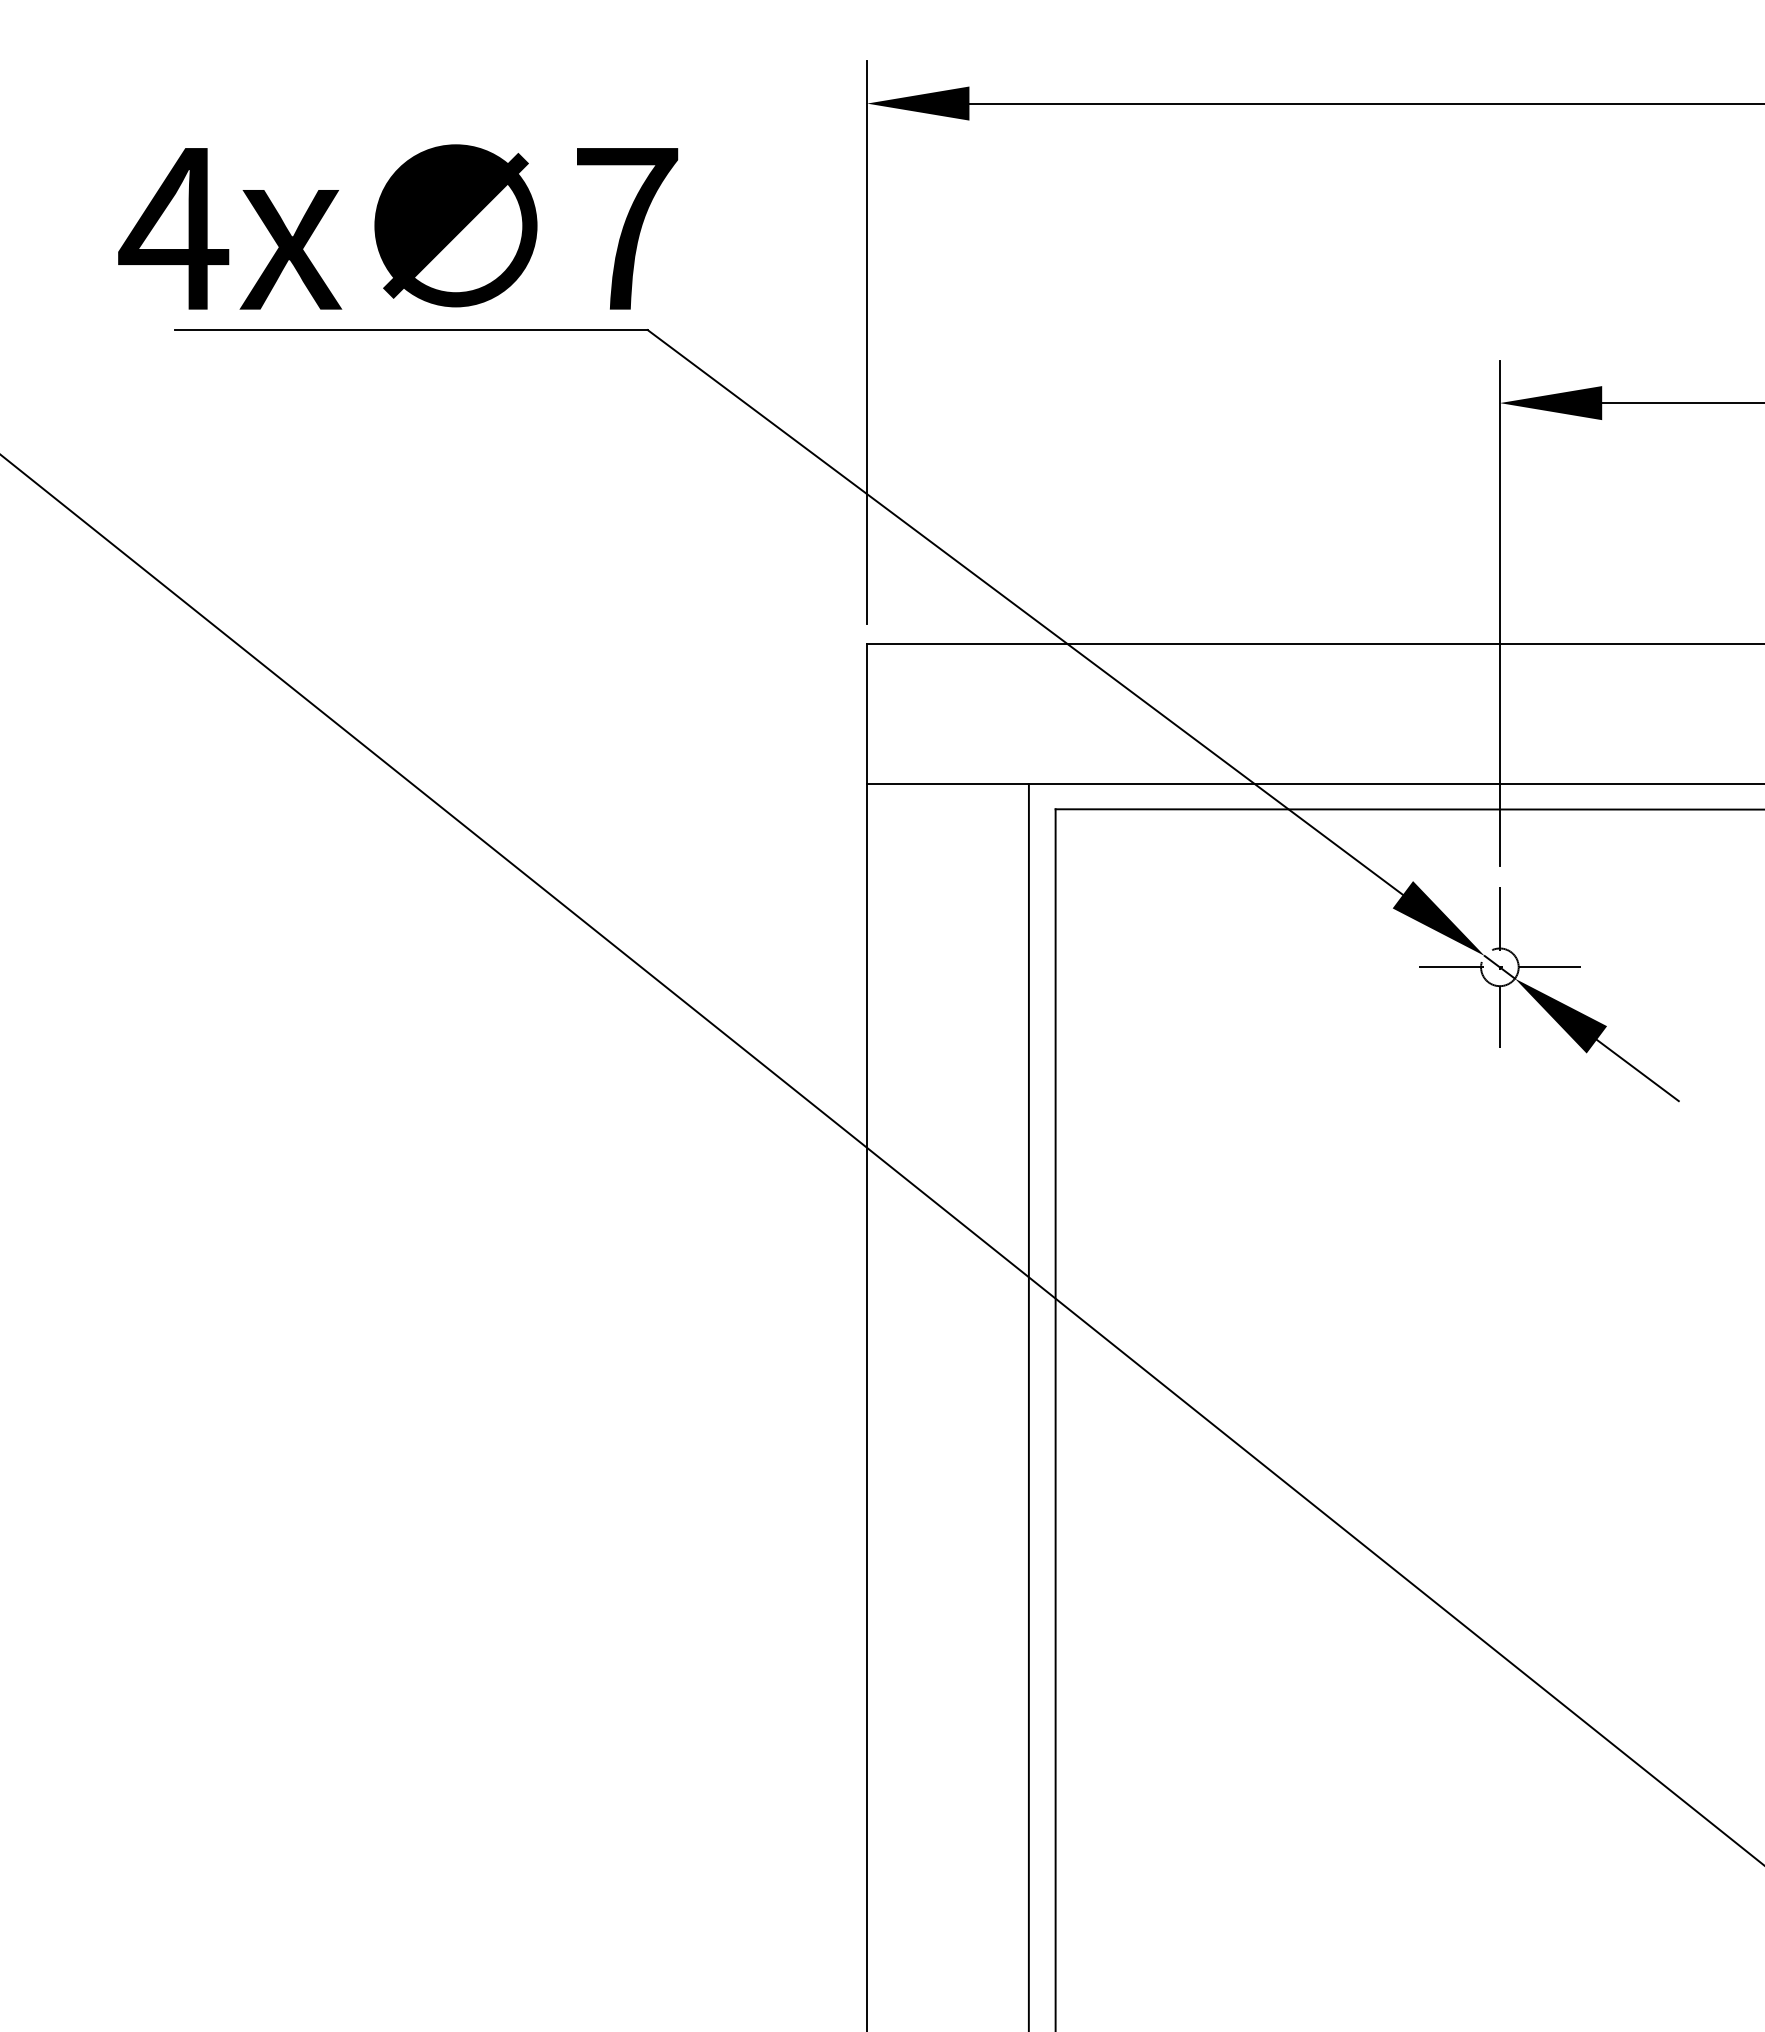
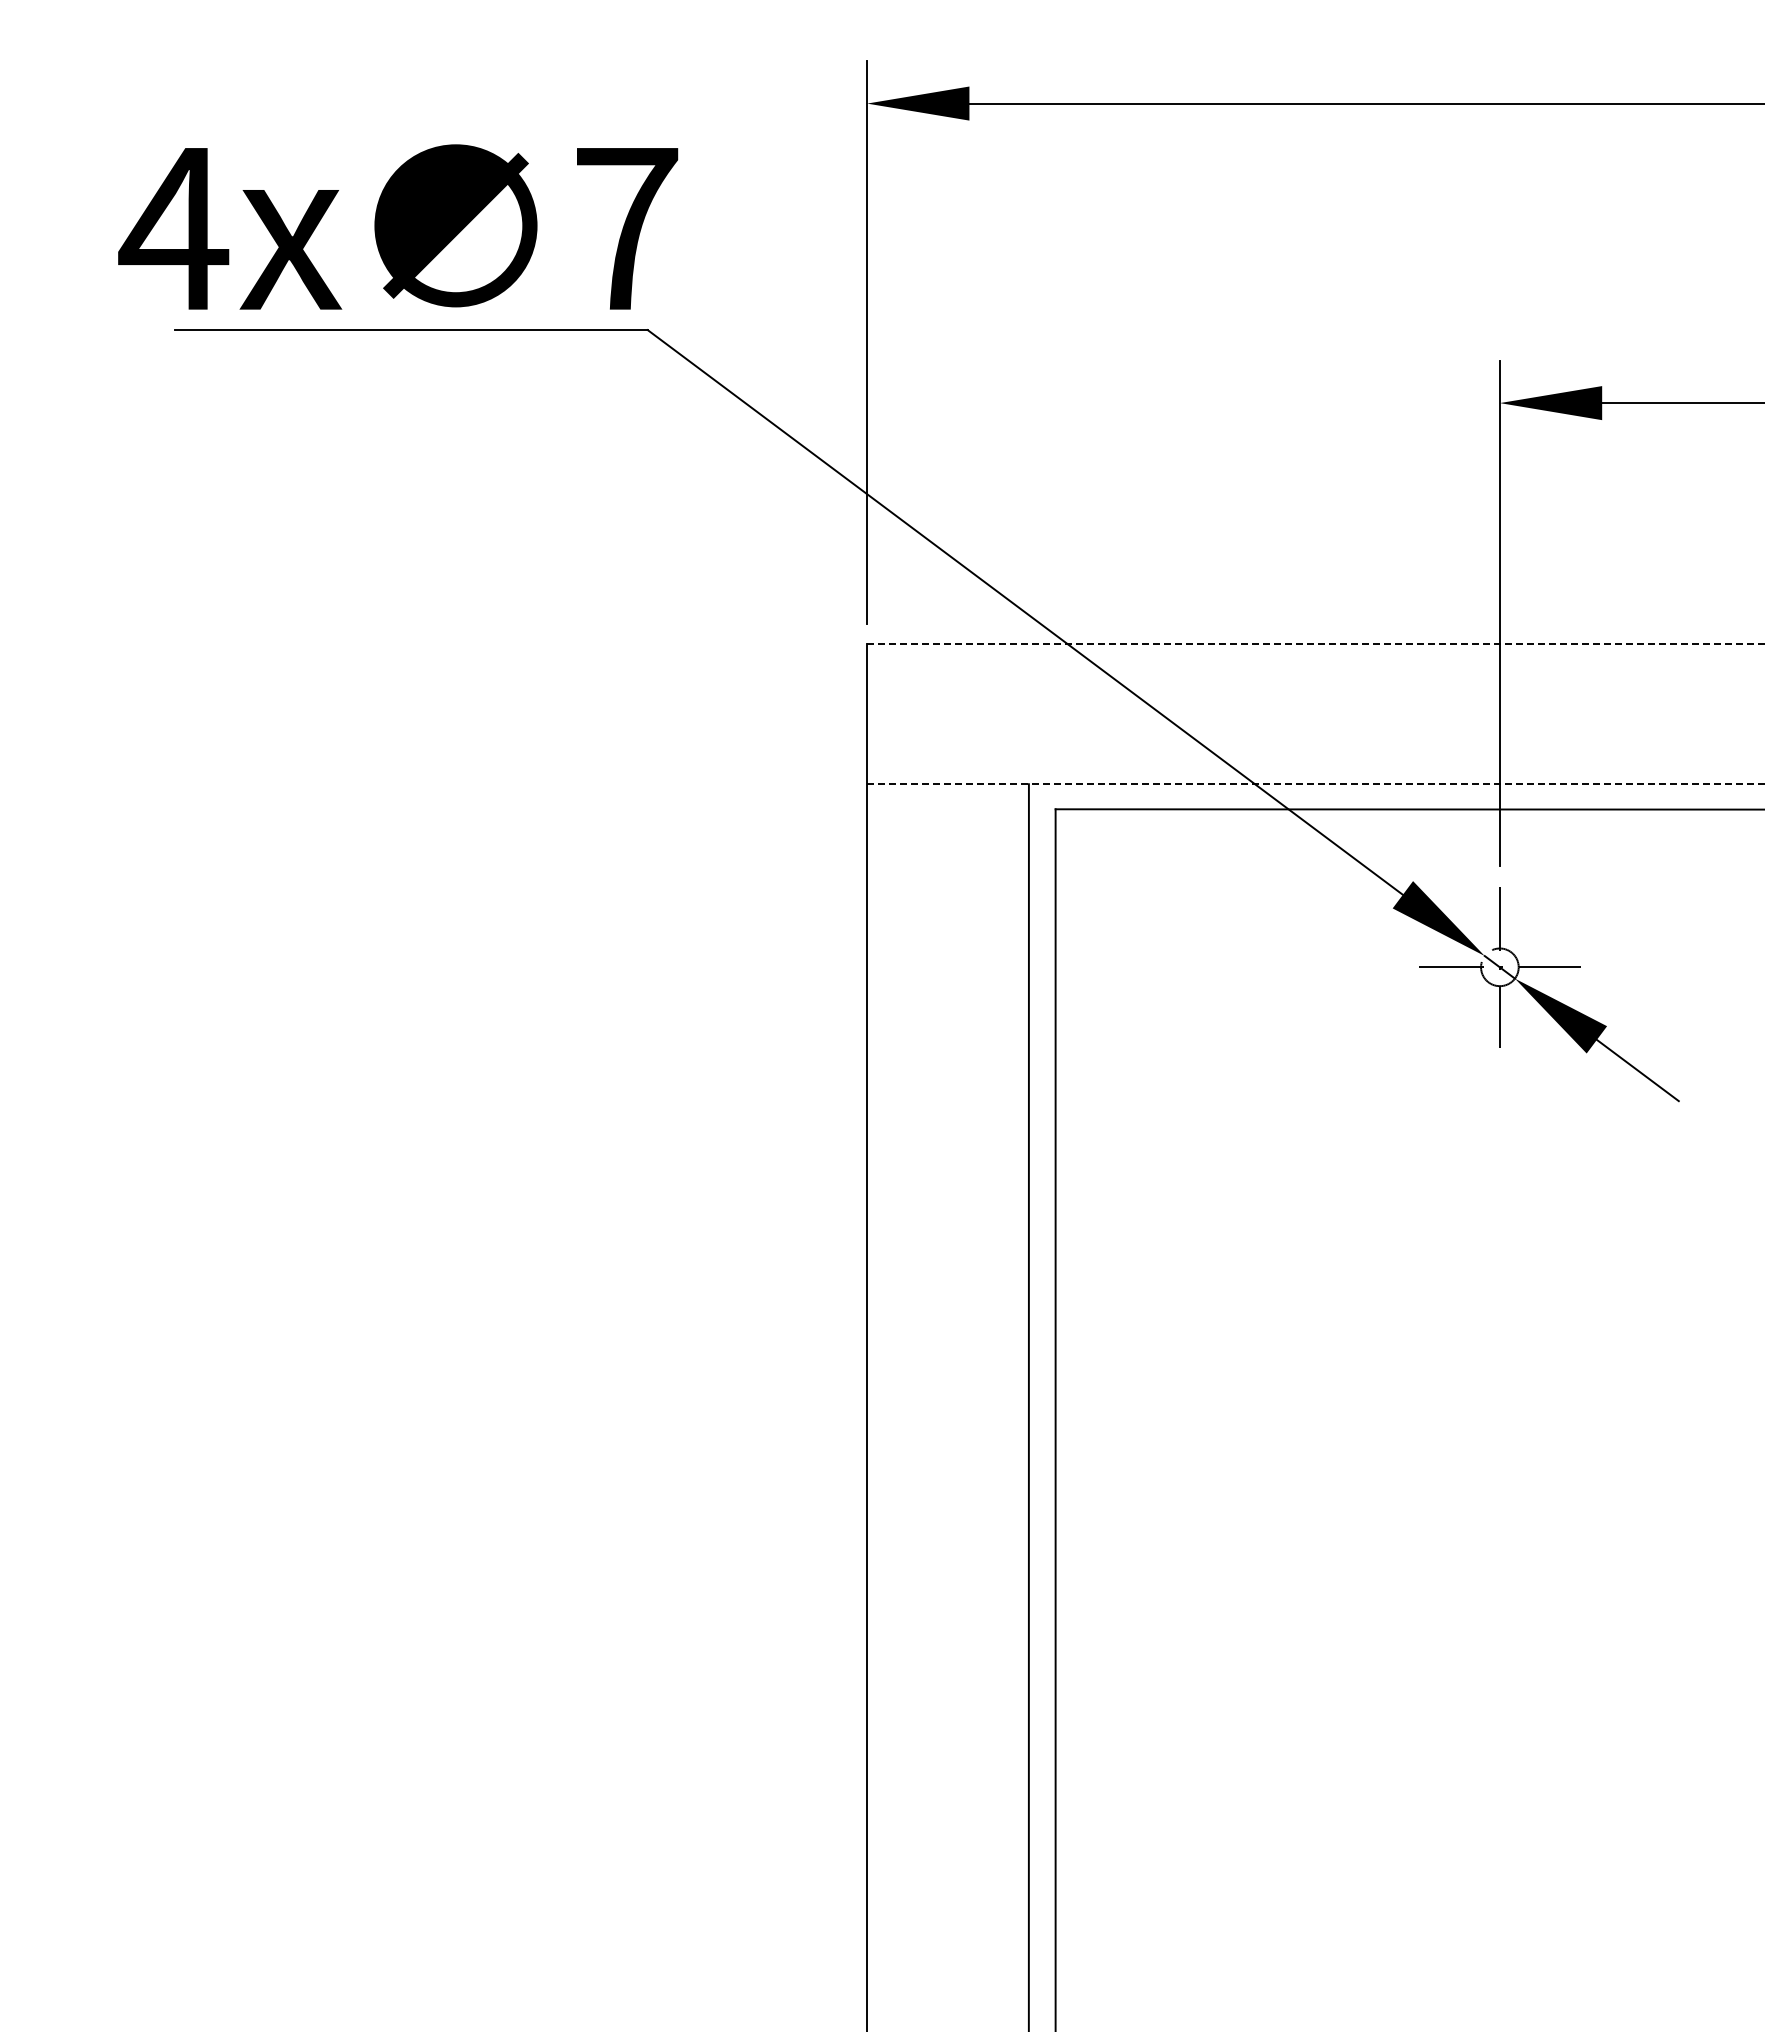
line at (1316, 644): solid -> dashed
line at (1316, 784): solid -> dashed
line at (881, 1159): present -> none
